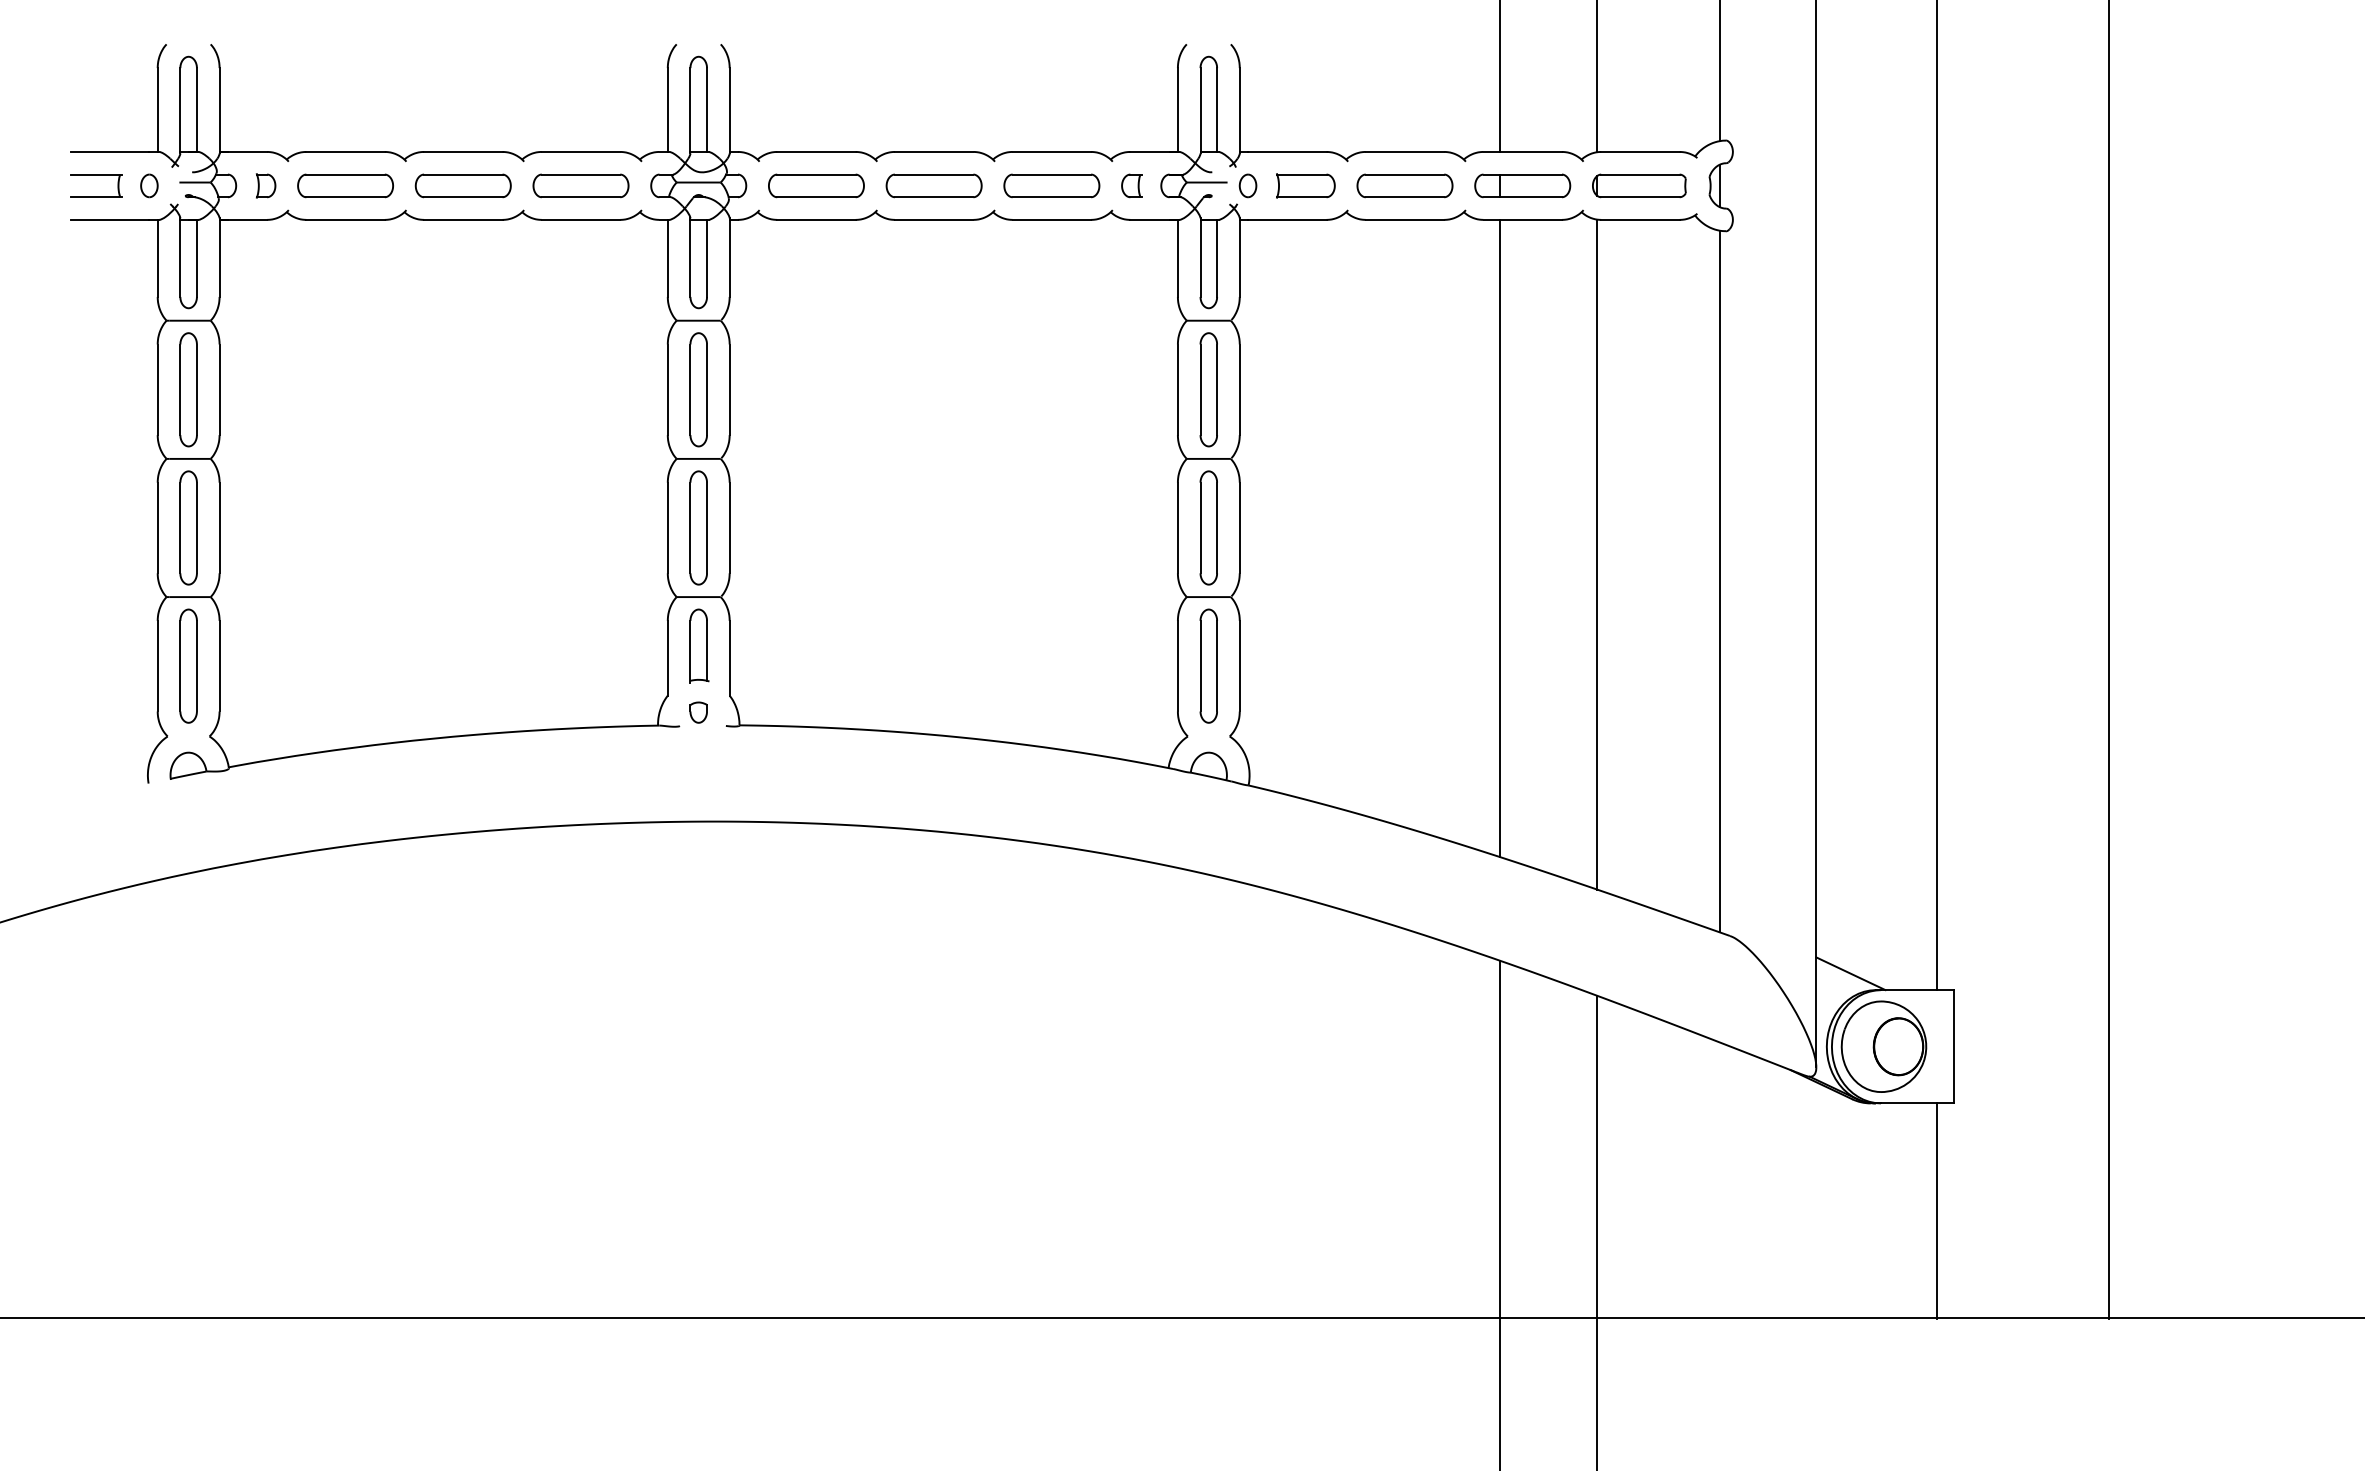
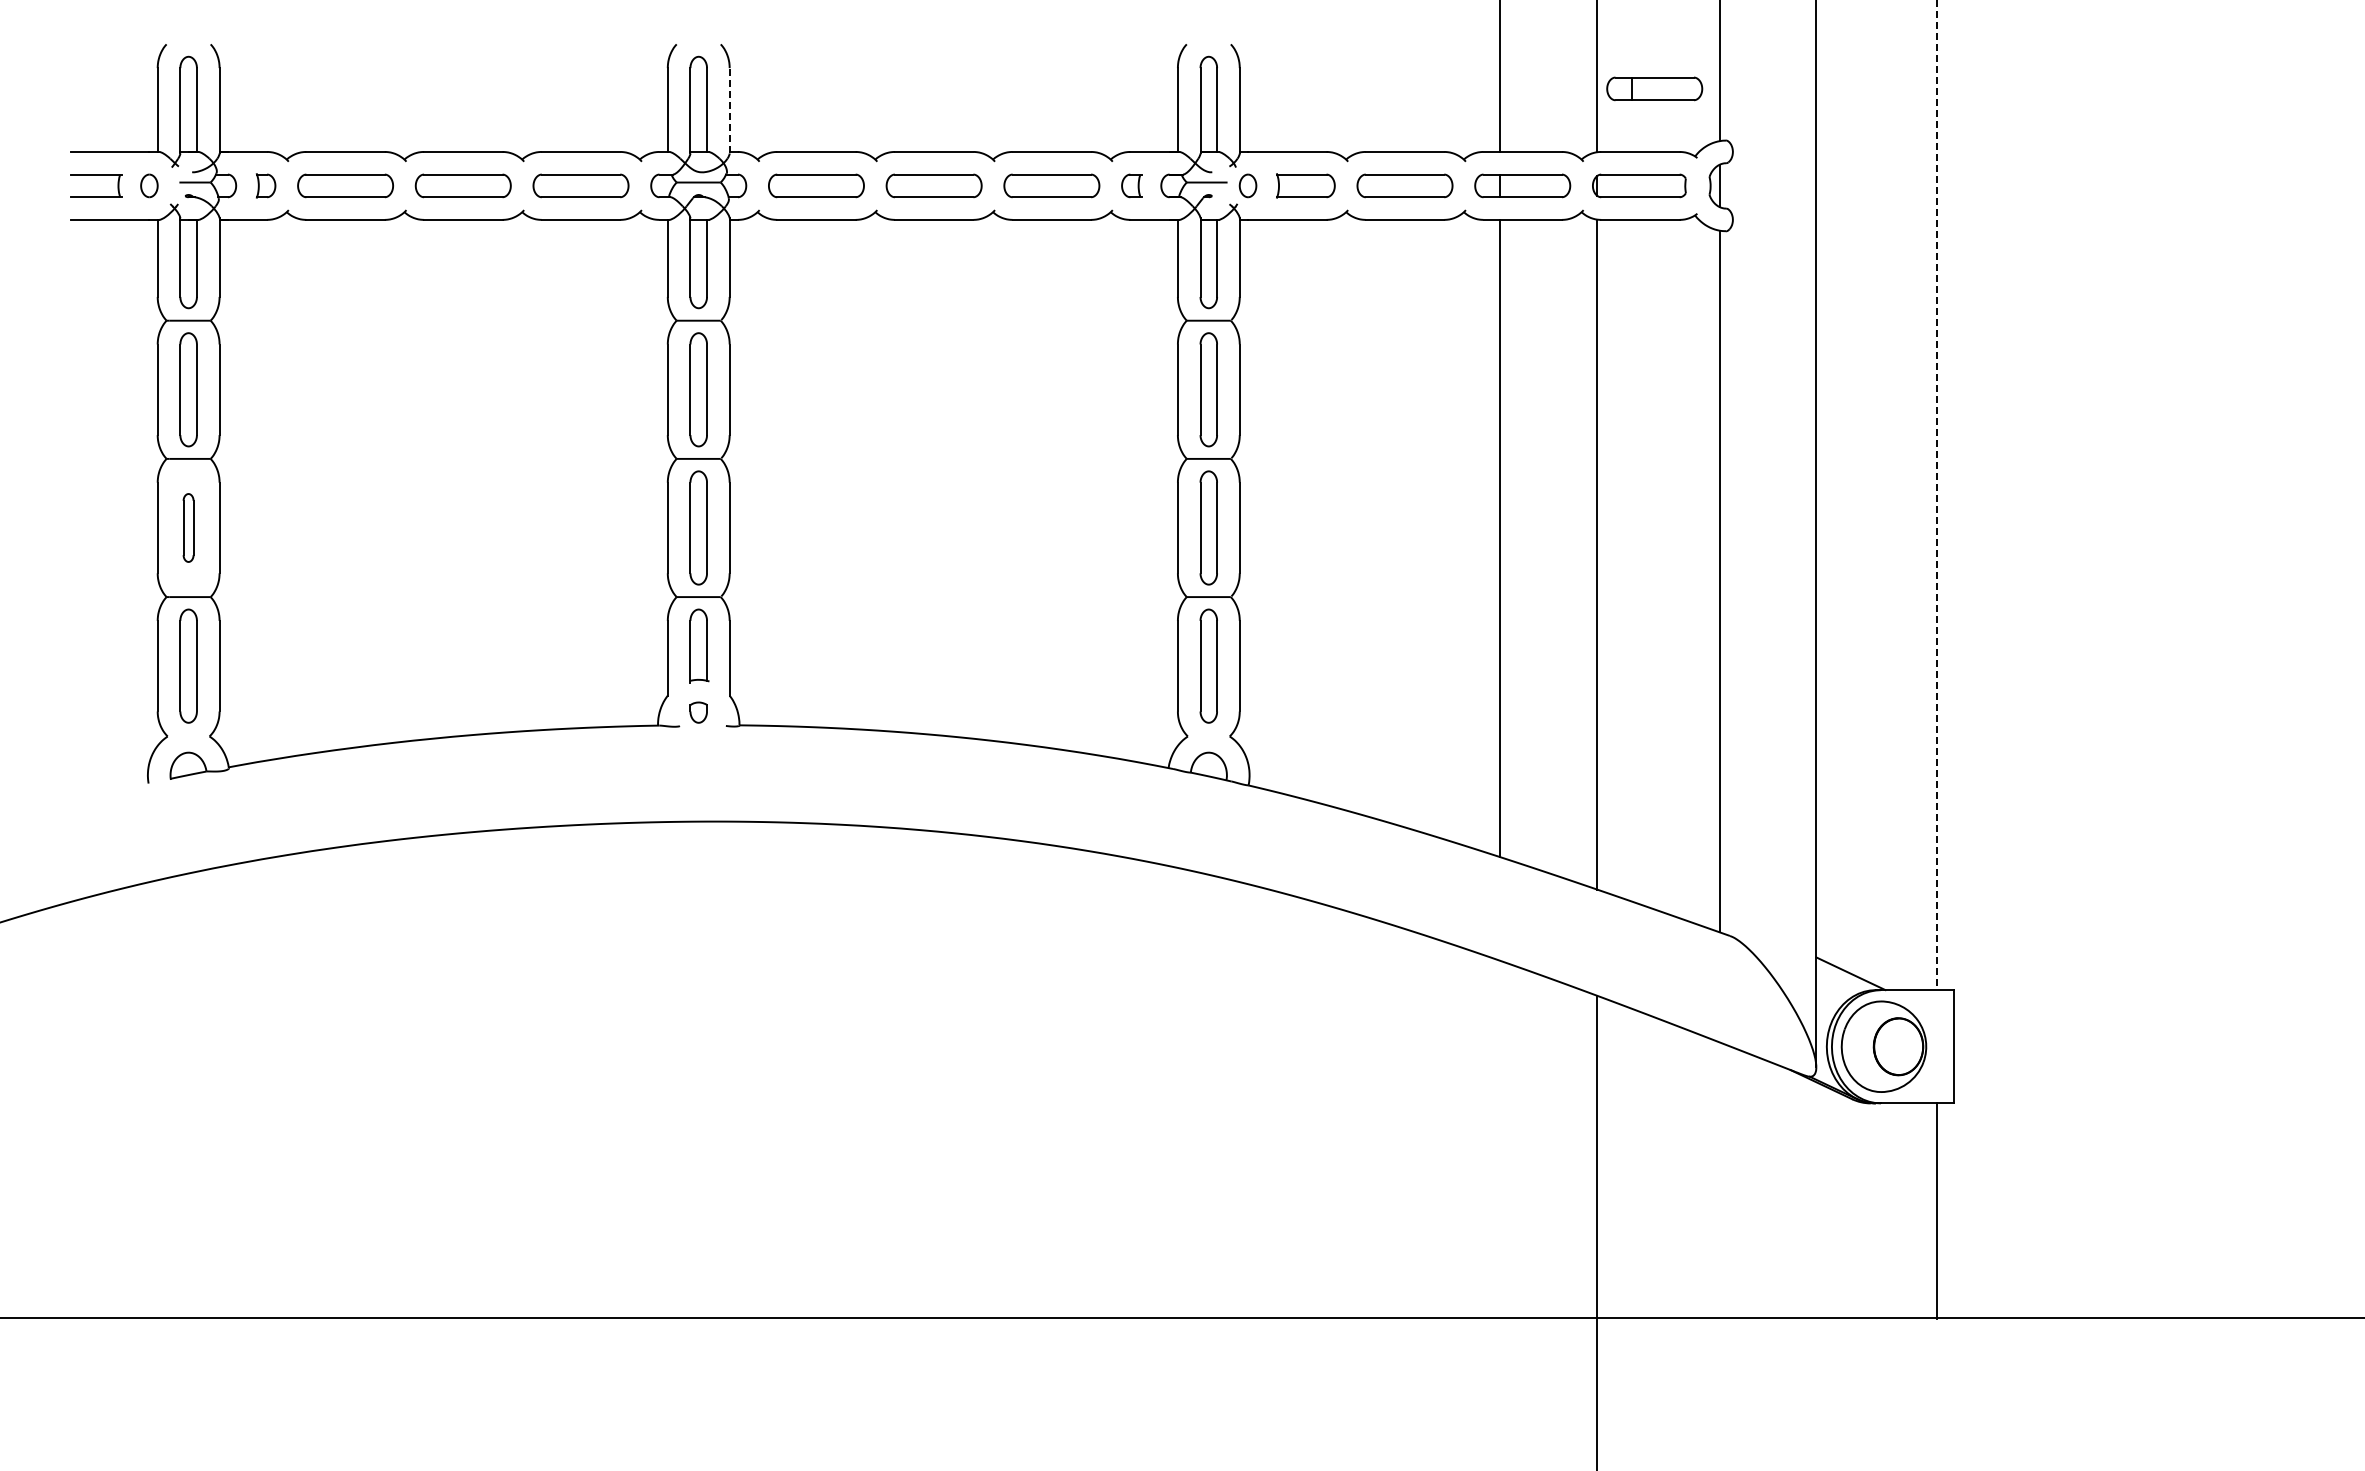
part at (1654, 88): none -> present
line at (729, 110): solid -> dashed
line at (1936, 495): solid -> dashed
part at (188, 527) size: 19x116 px -> 13x70 px
line at (2109, 660): present -> none
line at (1500, 1213): present -> none
